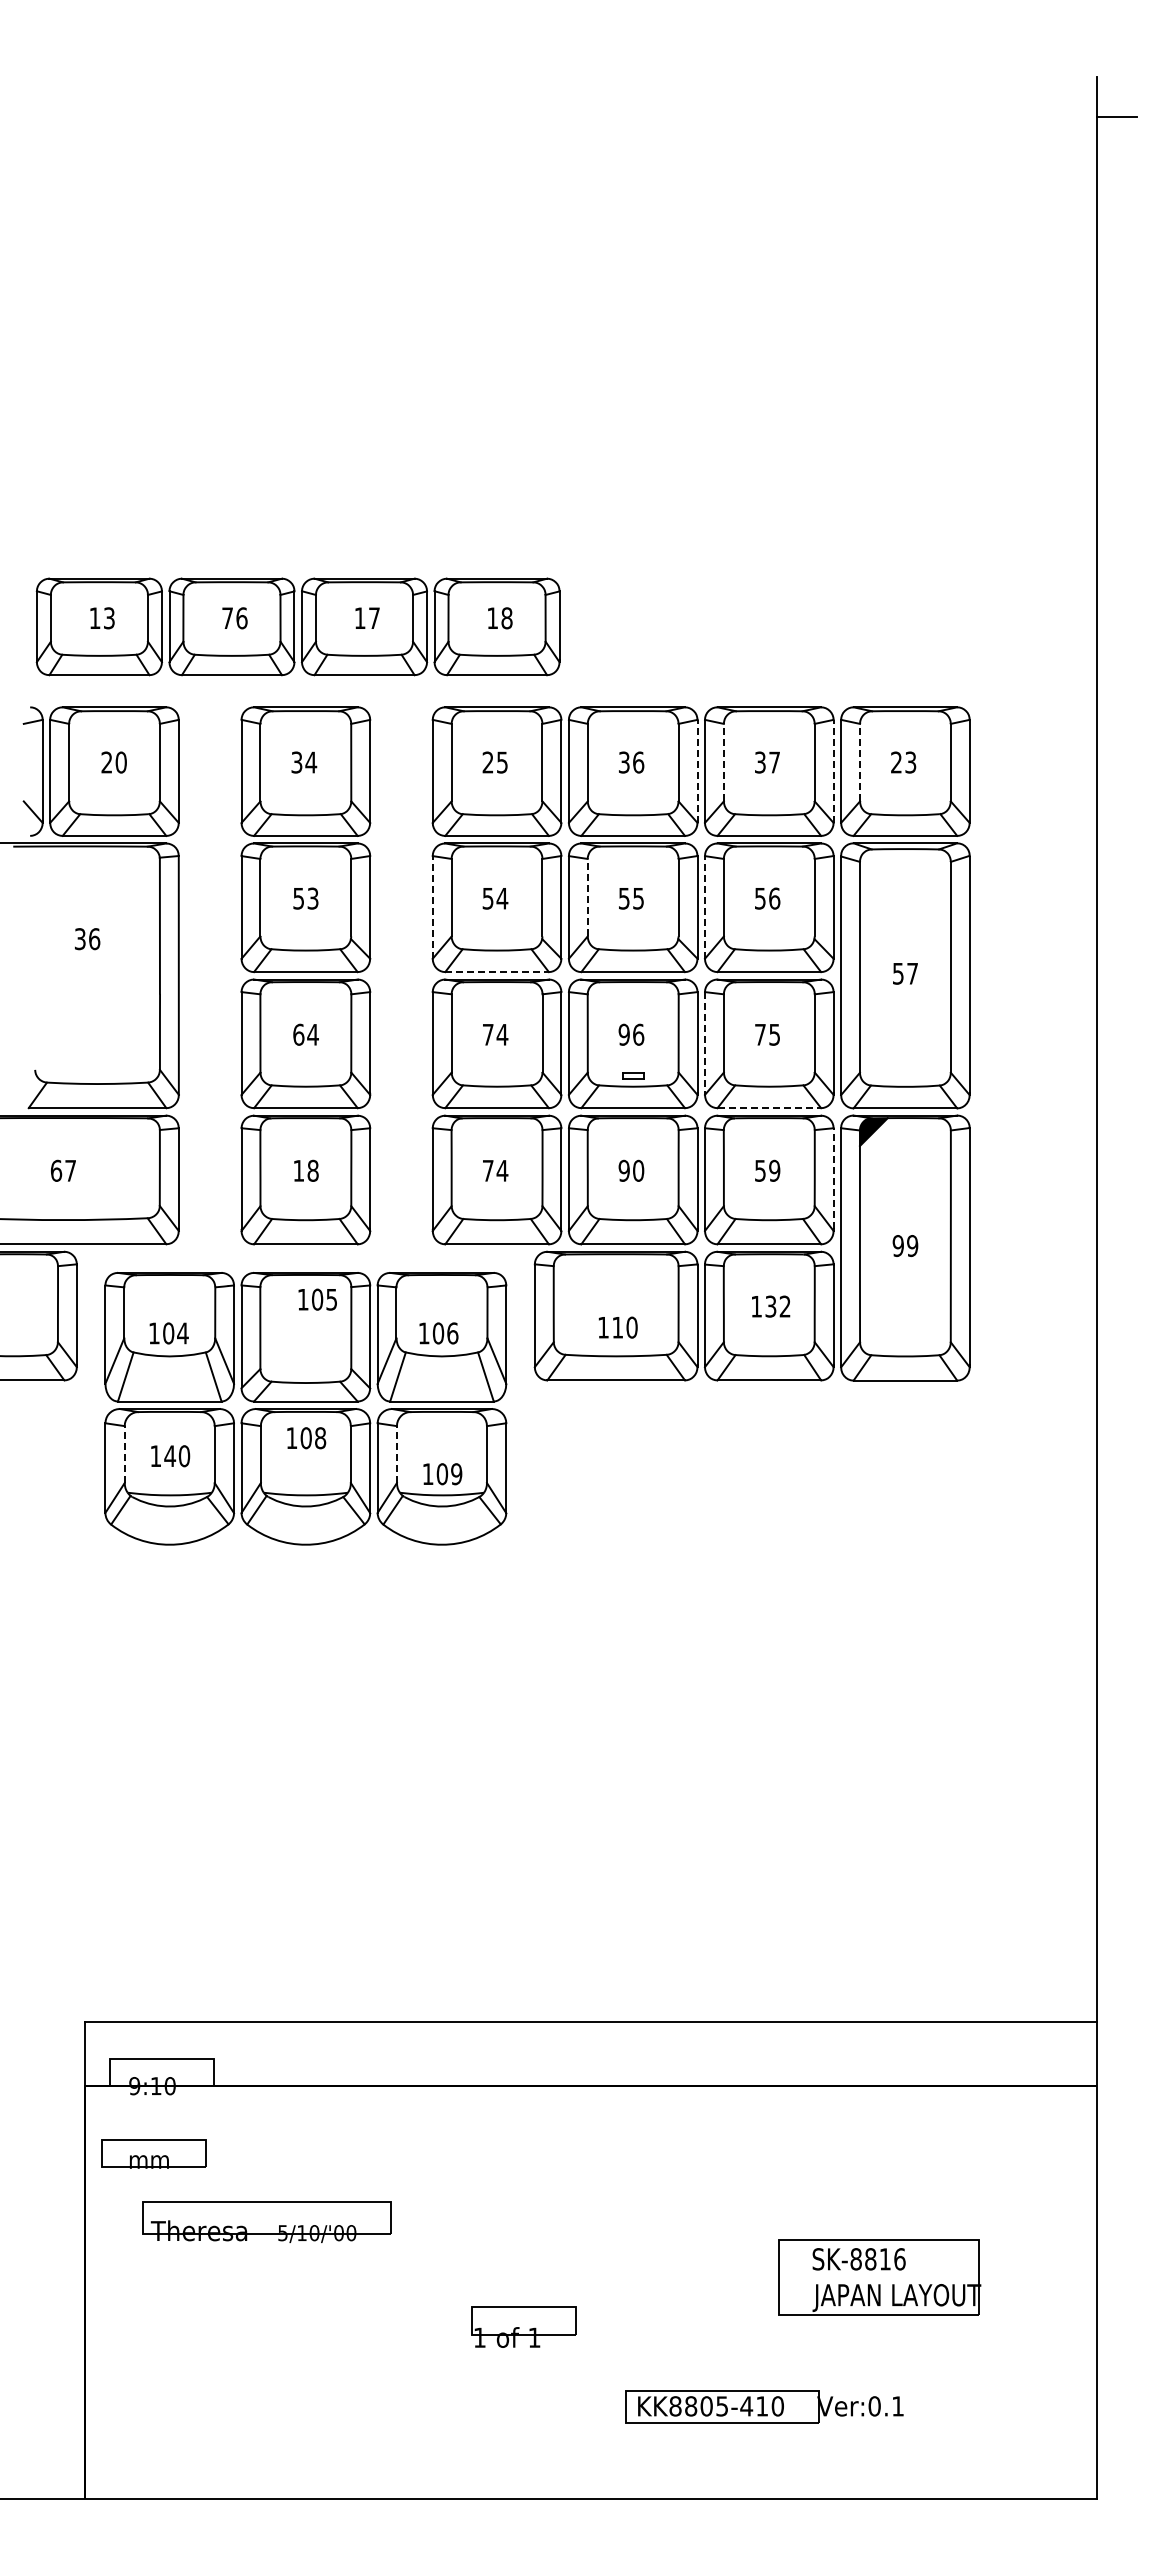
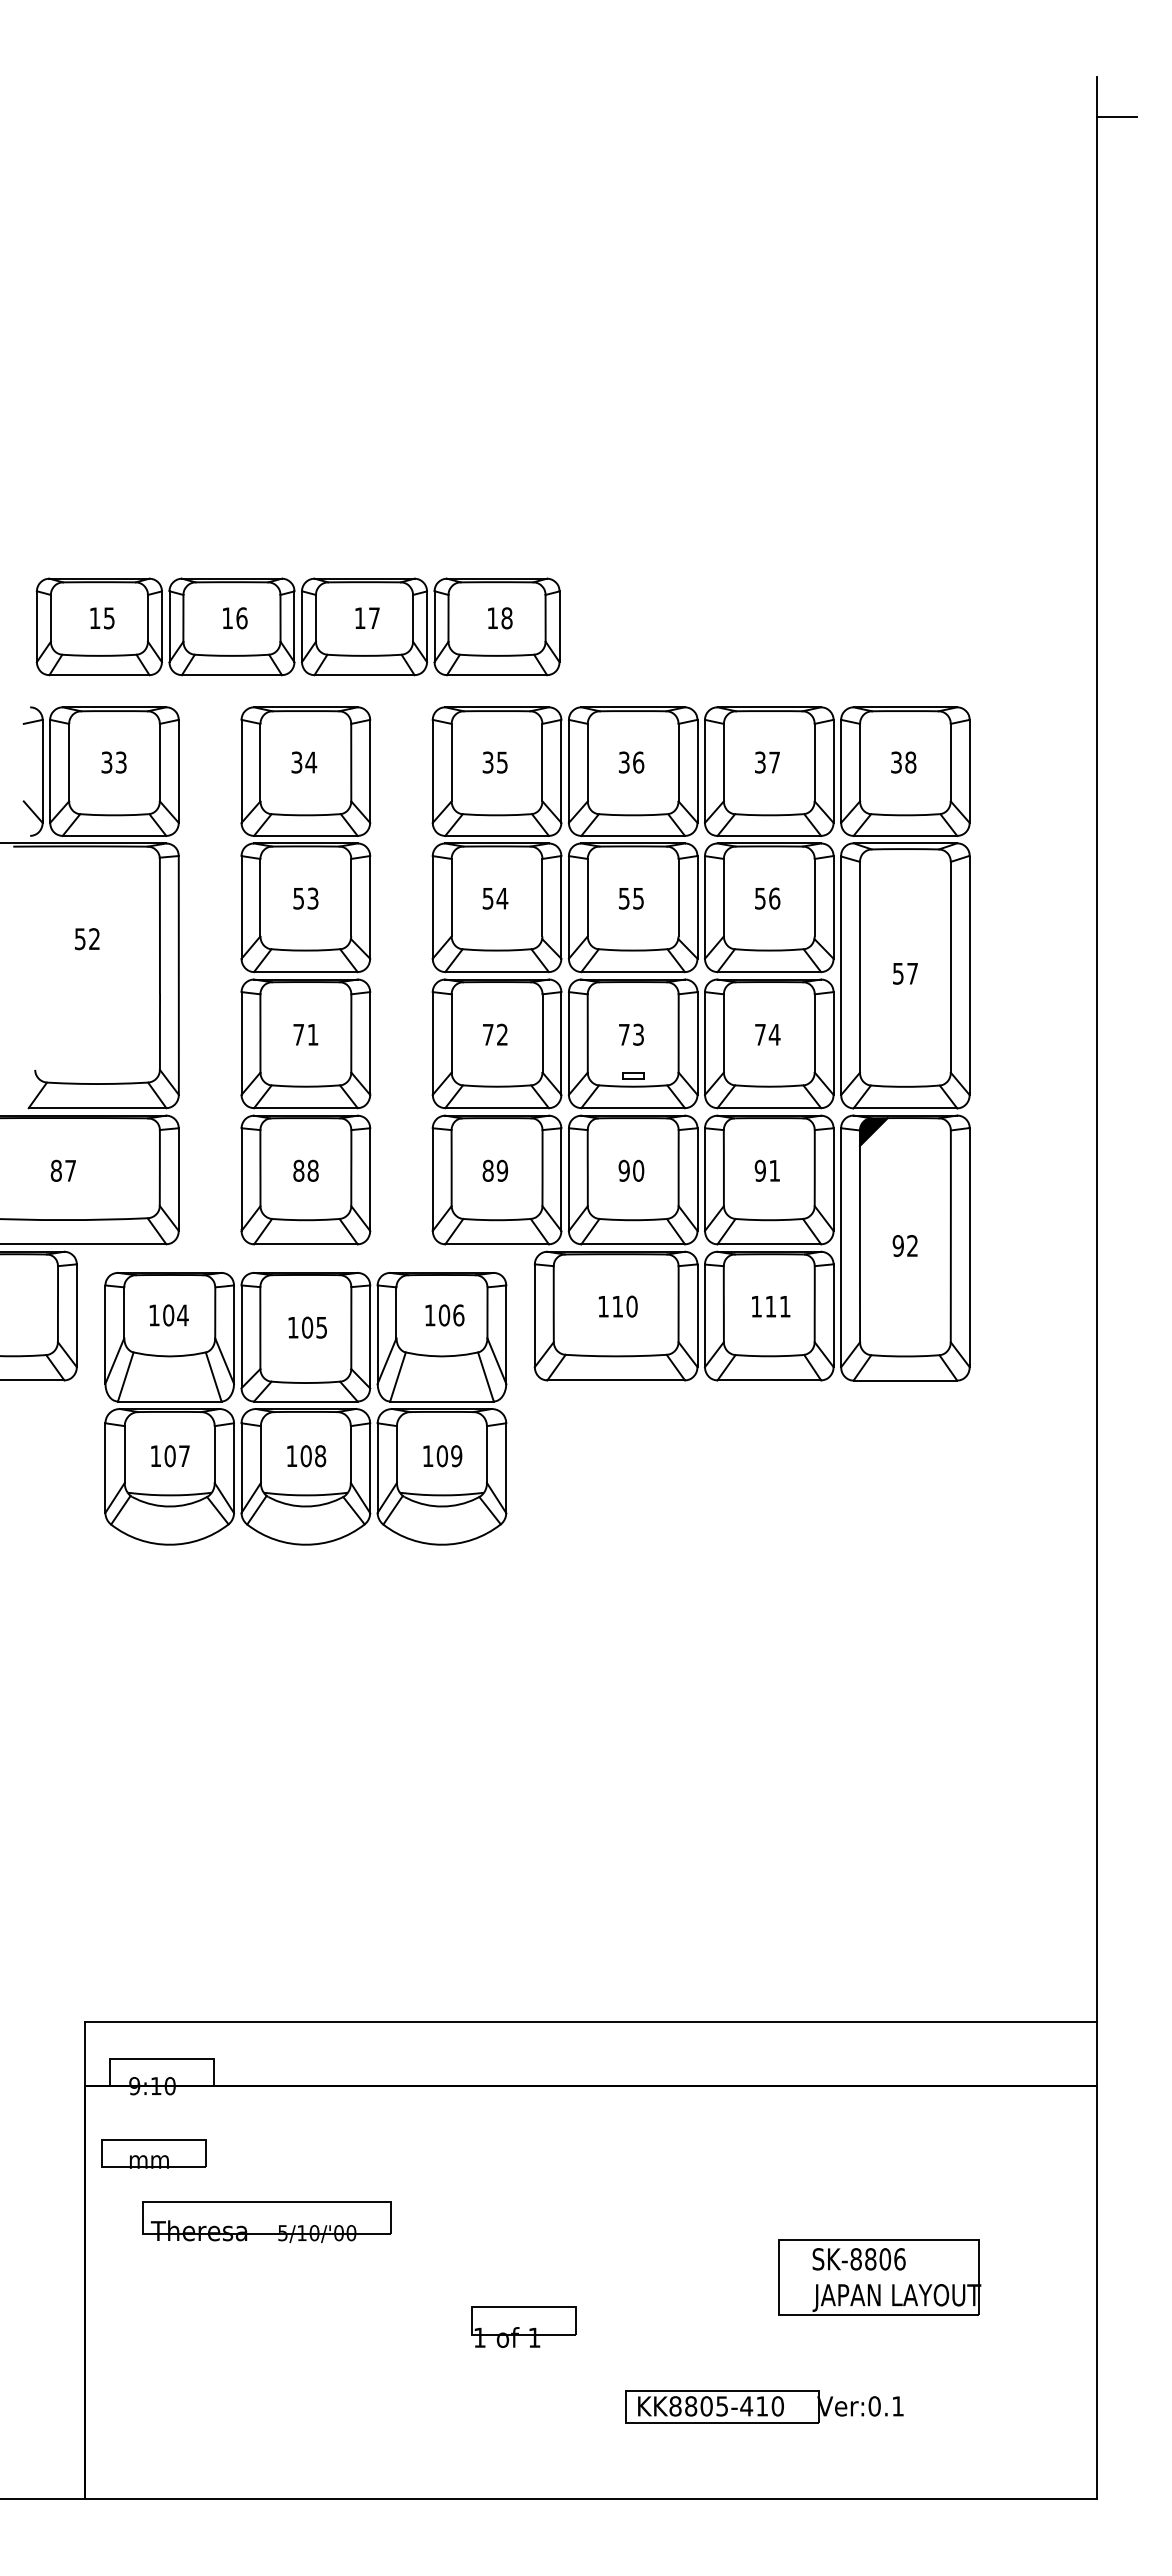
text at (109, 617): 13 -> 15
text at (227, 617): 76 -> 16
text at (113, 762): 20 -> 33
text at (487, 762): 25 -> 35
line at (723, 762): dashed -> solid
line at (860, 762): dashed -> solid
text at (903, 762): 23 -> 38
line at (697, 771): dashed -> solid
line at (833, 771): dashed -> solid
line at (587, 897): dashed -> solid
line at (432, 907): dashed -> solid
line at (704, 907): dashed -> solid
text at (87, 939): 36 -> 52
line at (497, 972): dashed -> solid
text at (305, 1034): 64 -> 71
text at (502, 1034): 74 -> 72
text at (631, 1034): 96 -> 73
text at (774, 1034): 75 -> 74
line at (704, 1044): dashed -> solid
line at (769, 1108): dashed -> solid
text at (56, 1170): 67 -> 87
text at (298, 1170): 18 -> 88
text at (495, 1170): 74 -> 89
text at (767, 1170): 59 -> 91
line at (833, 1178): dashed -> solid
text at (912, 1246): 99 -> 92
text at (317, 1299) position: (317, 1299) -> (307, 1327)
text at (777, 1306): 132 -> 111
text at (617, 1327) position: (617, 1327) -> (617, 1306)
text at (168, 1333) position: (168, 1333) -> (168, 1315)
text at (438, 1333) position: (438, 1333) -> (444, 1315)
text at (306, 1438) position: (306, 1438) -> (306, 1456)
line at (124, 1454): dashed -> solid
line at (396, 1454): dashed -> solid
text at (177, 1456): 140 -> 107
text at (442, 1474) position: (442, 1474) -> (442, 1456)
text at (885, 2259): SK-8816 -> SK-8806
